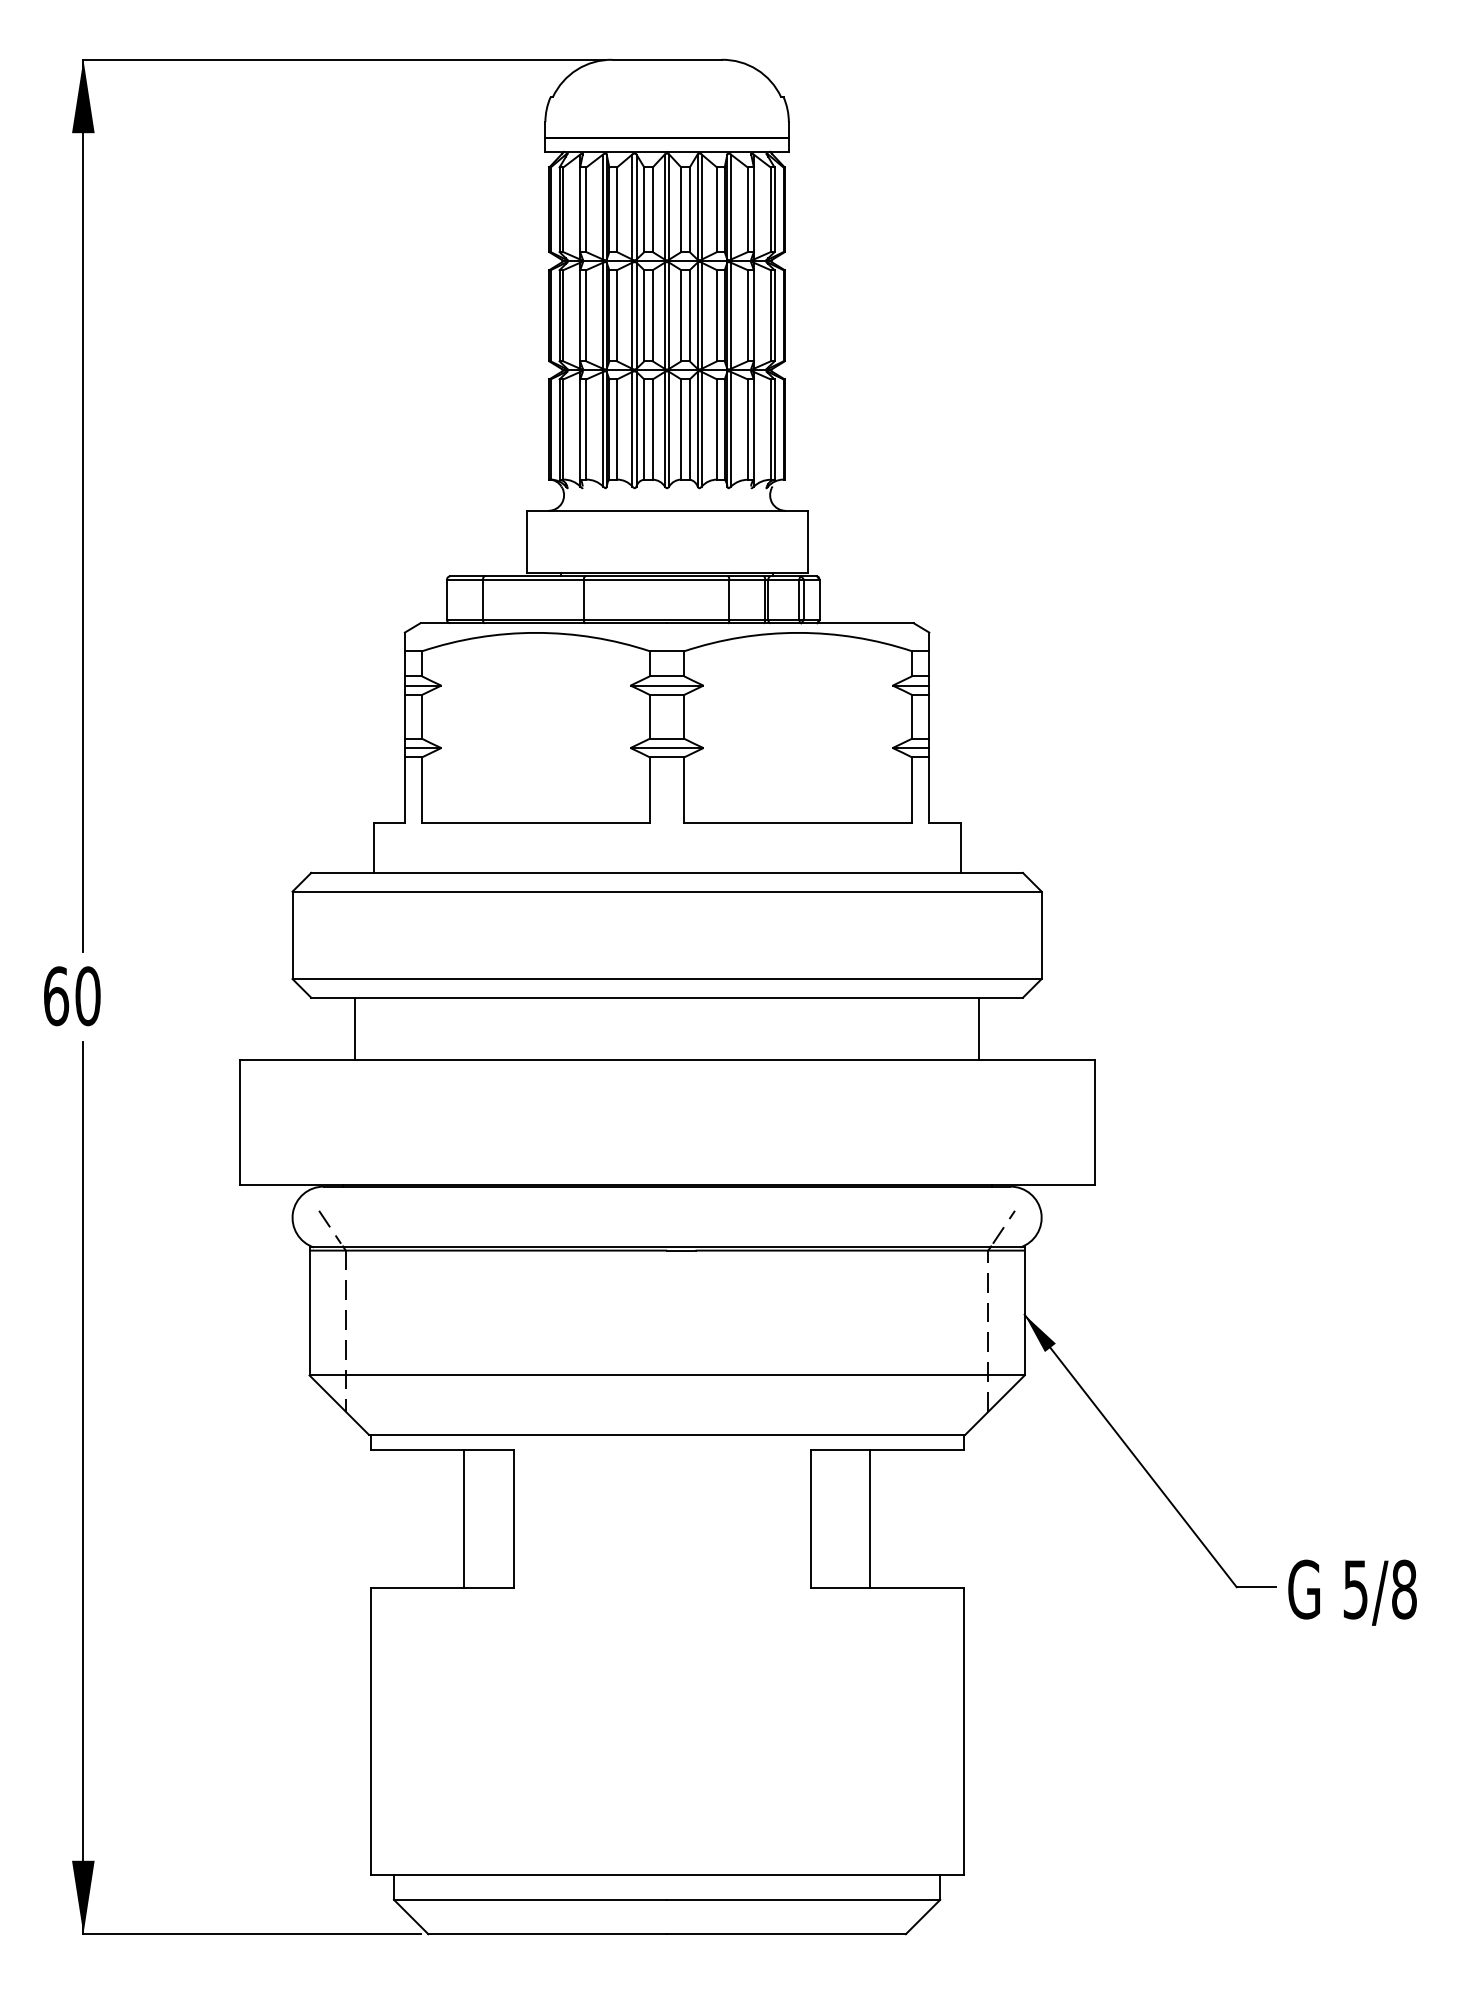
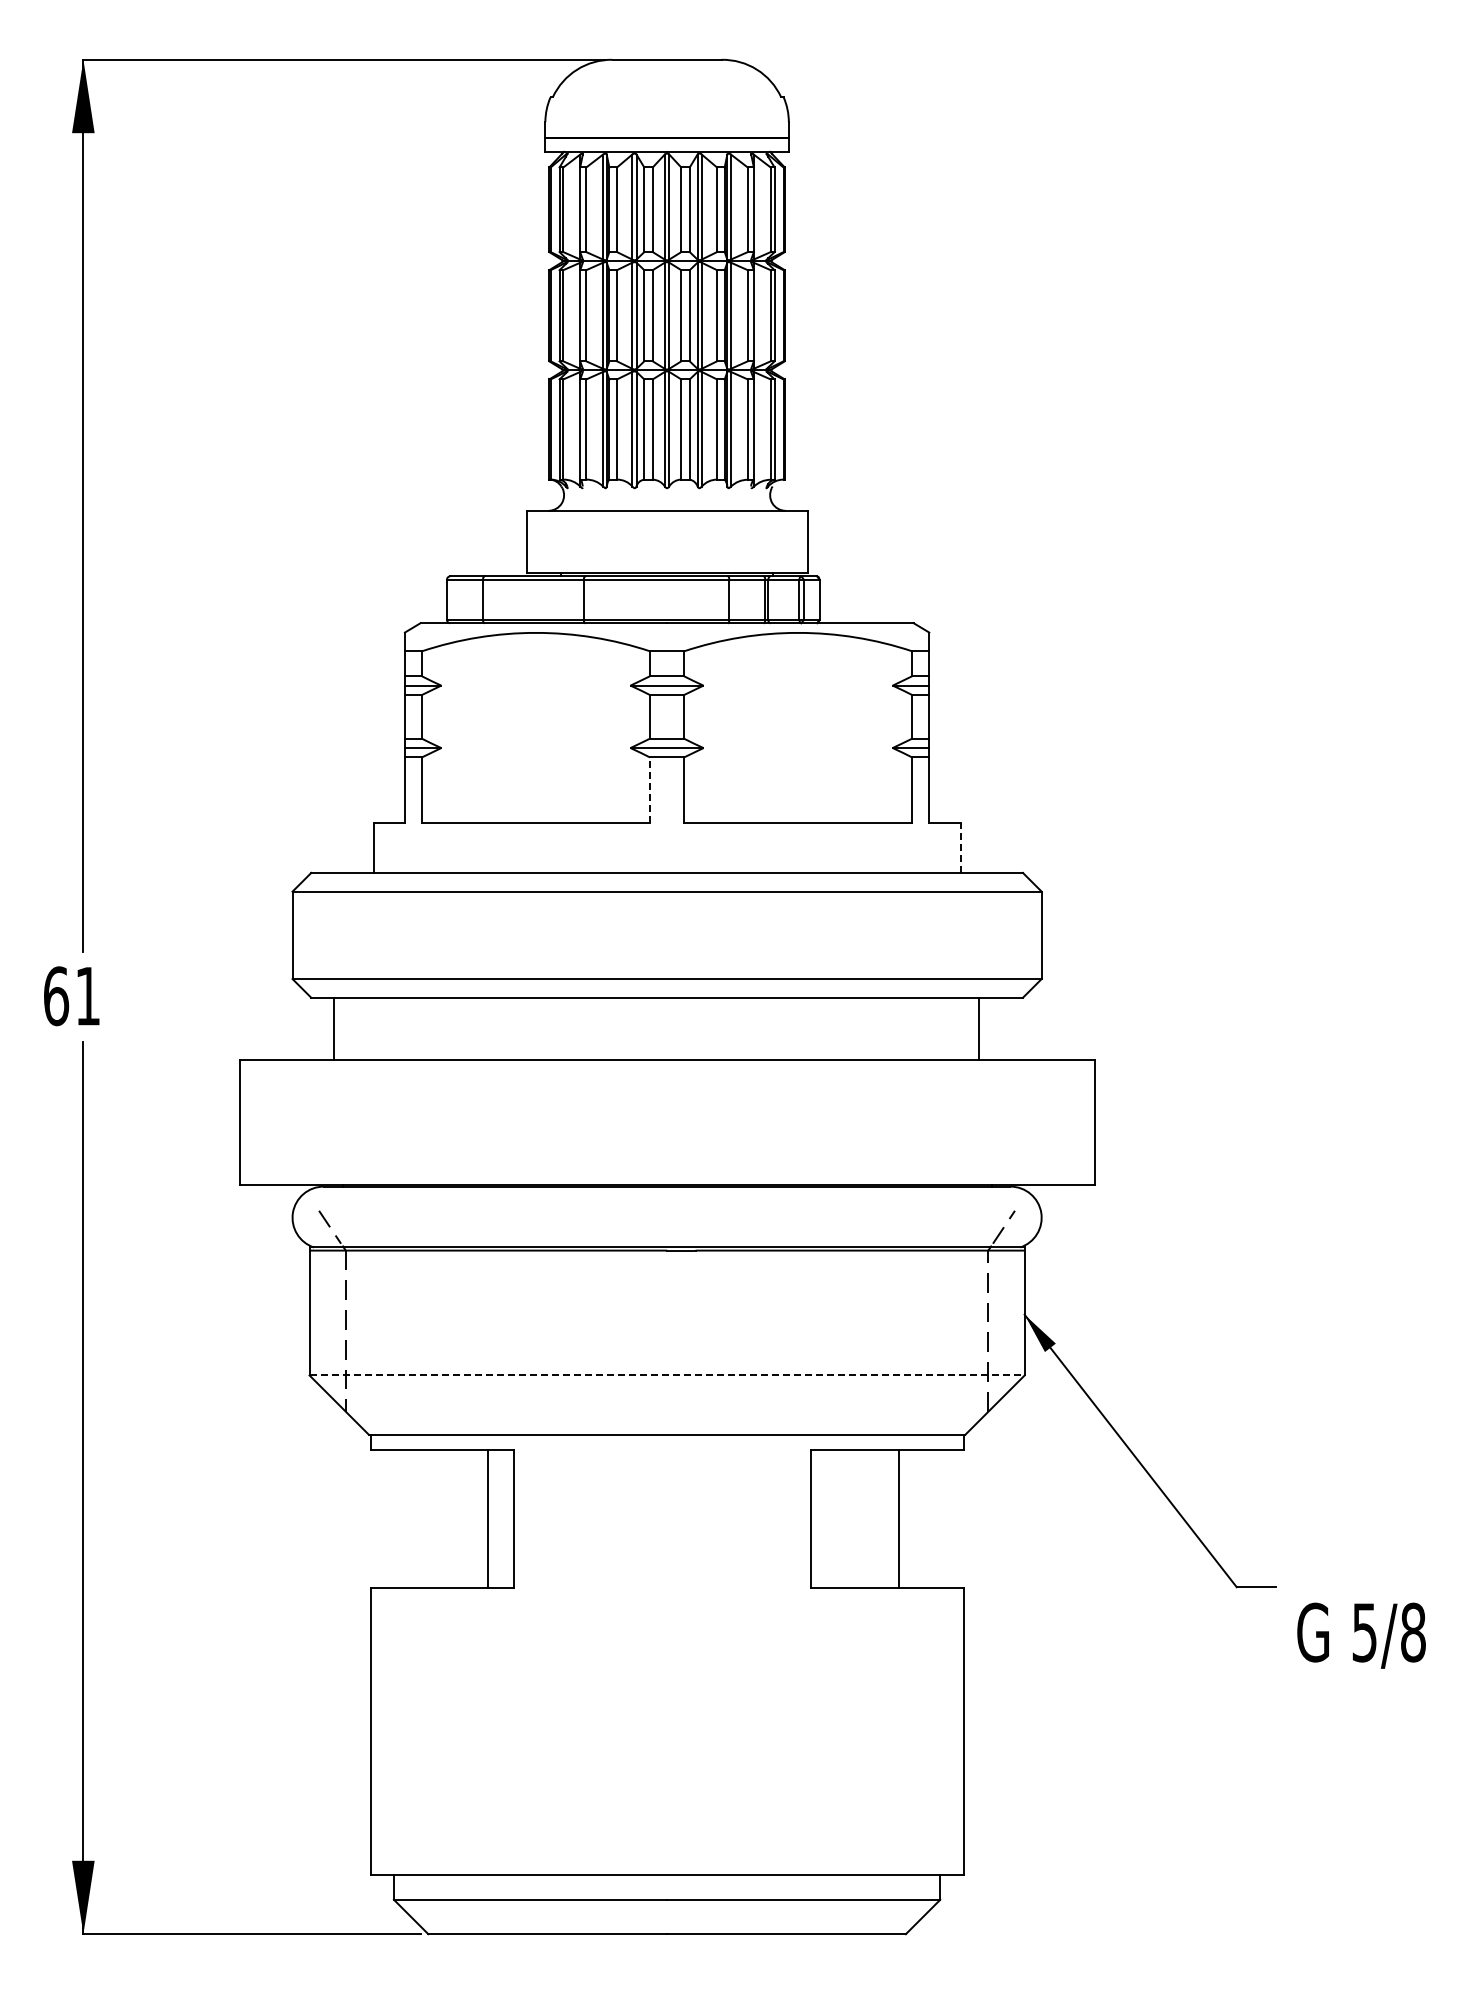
line at (649, 790): solid -> dashed
line at (960, 847): solid -> dashed
text at (87, 996): 60 -> 61
line at (354, 1028) position: (354, 1028) -> (333, 1028)
line at (667, 1375): solid -> dashed
line at (464, 1518) position: (464, 1518) -> (488, 1518)
line at (870, 1518) position: (870, 1518) -> (899, 1518)
text at (1352, 1592) position: (1352, 1592) -> (1361, 1635)
